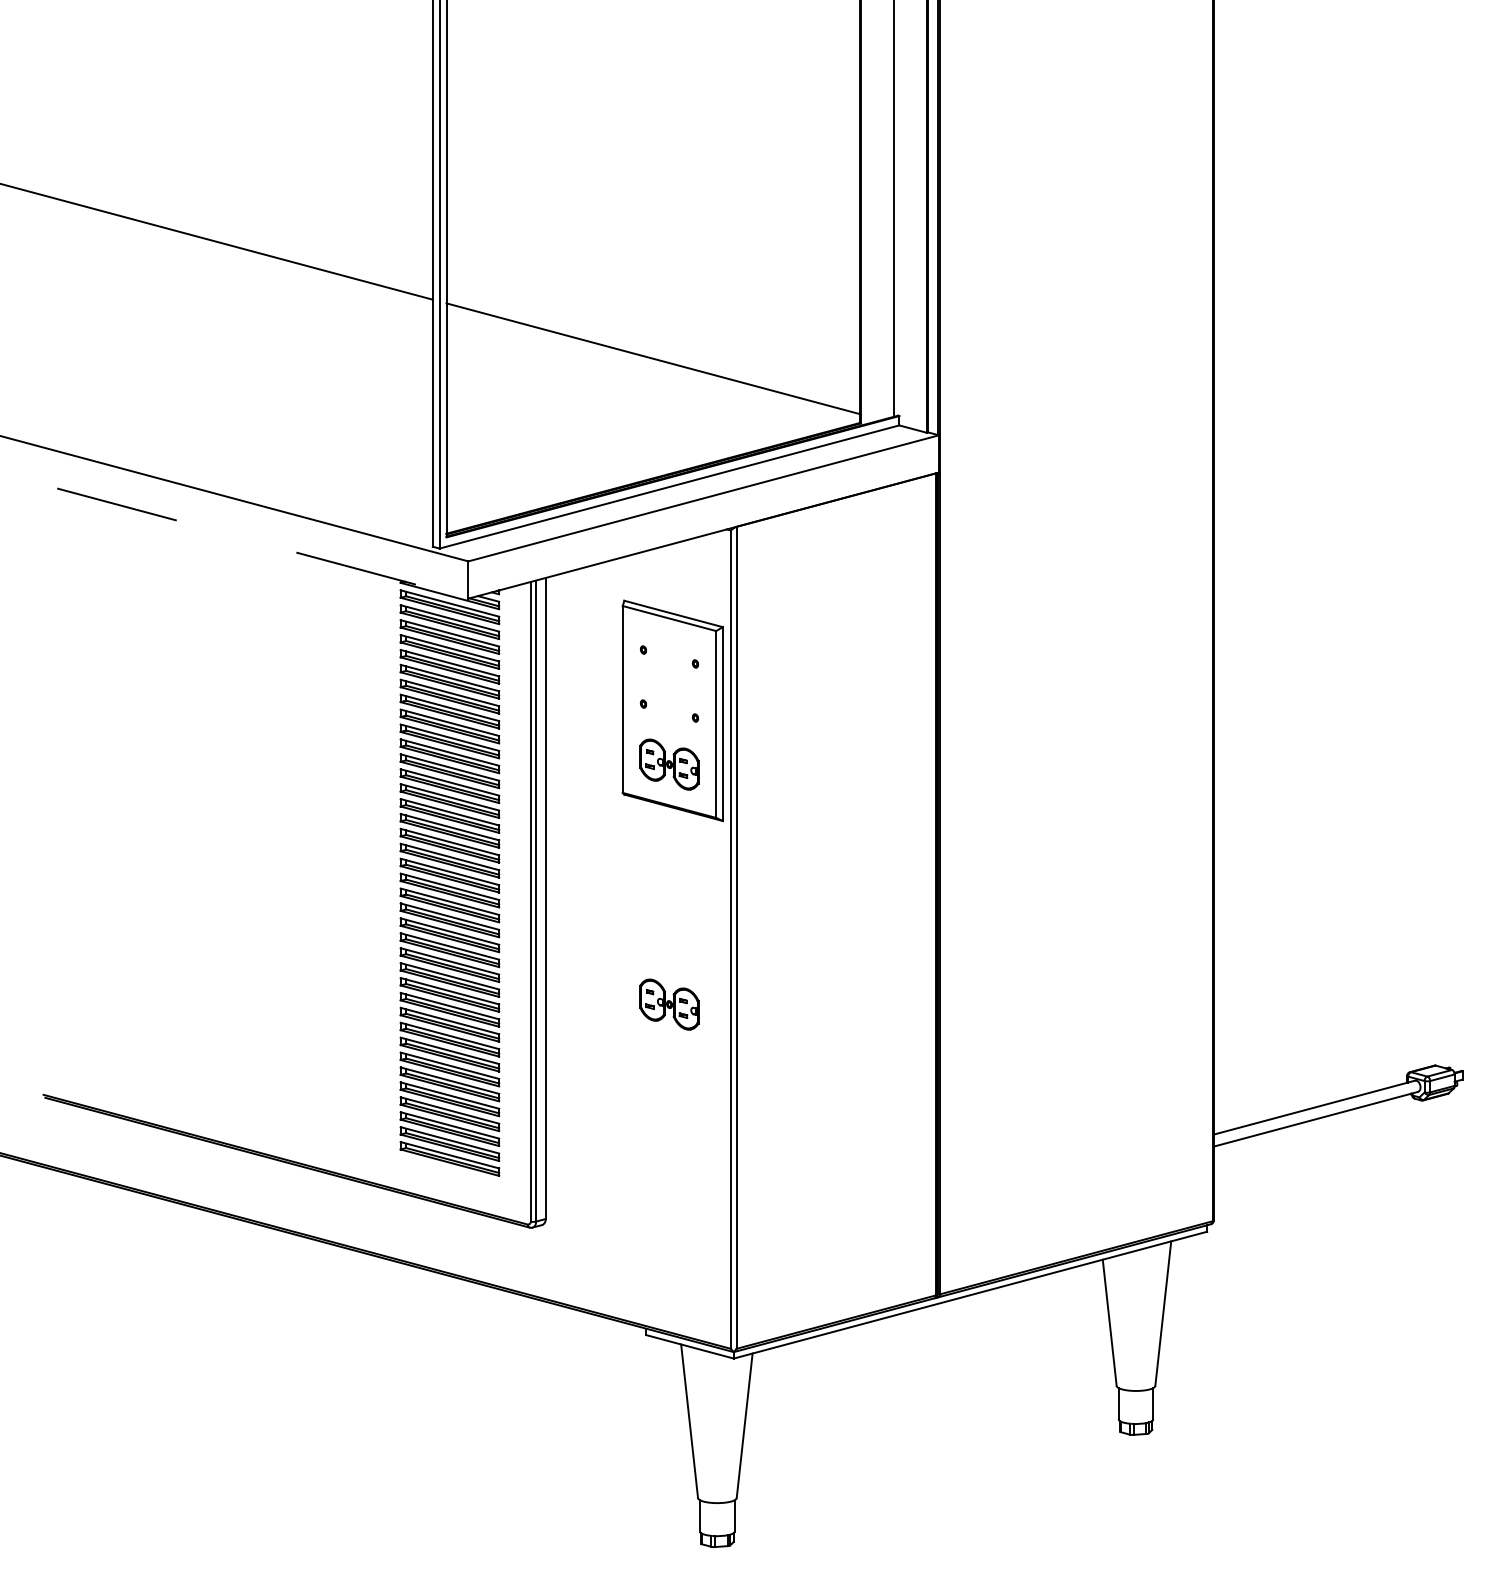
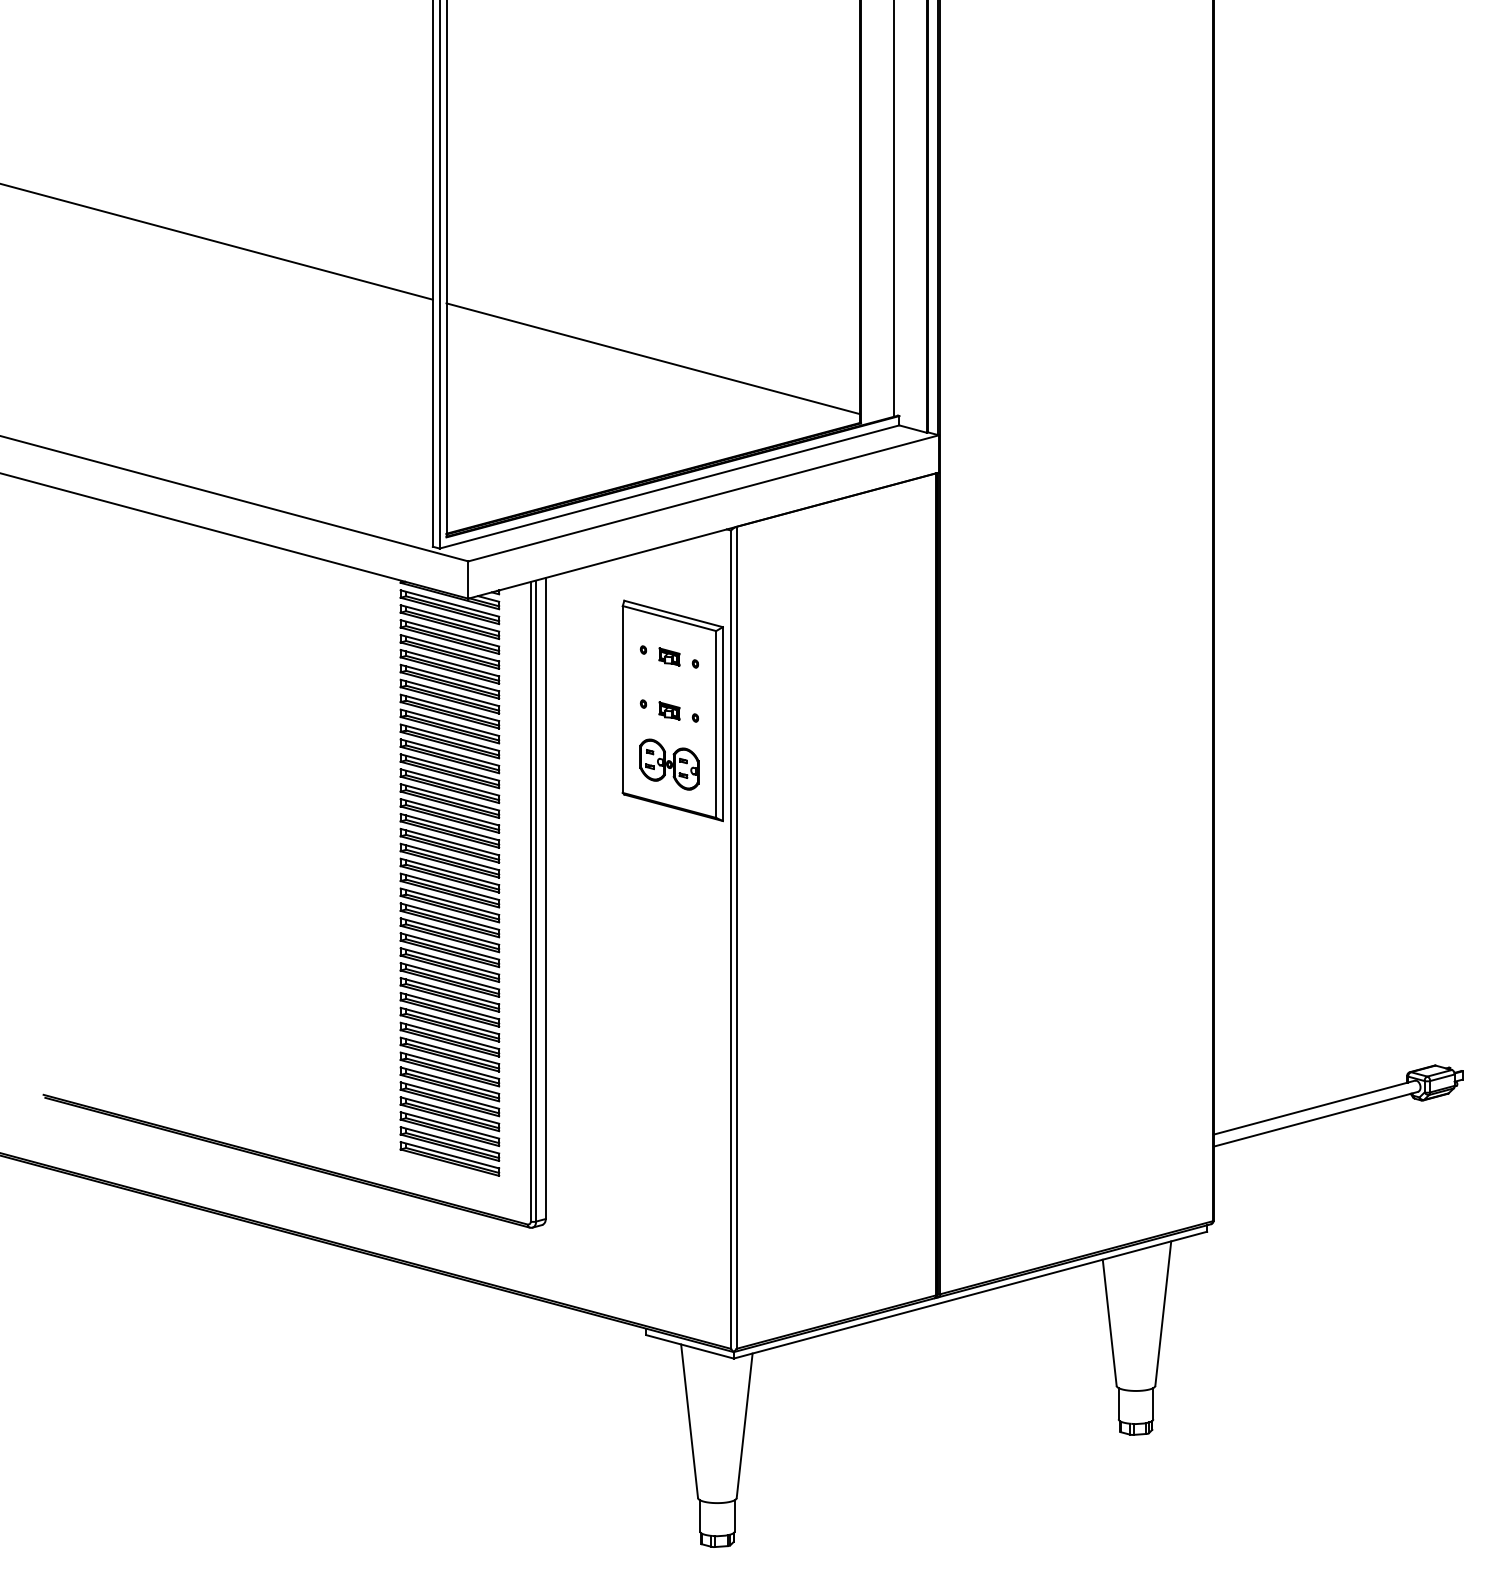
line at (234, 536): dashed -> solid
part at (669, 656): none -> present
part at (669, 710): none -> present
part at (669, 1004): present -> none
